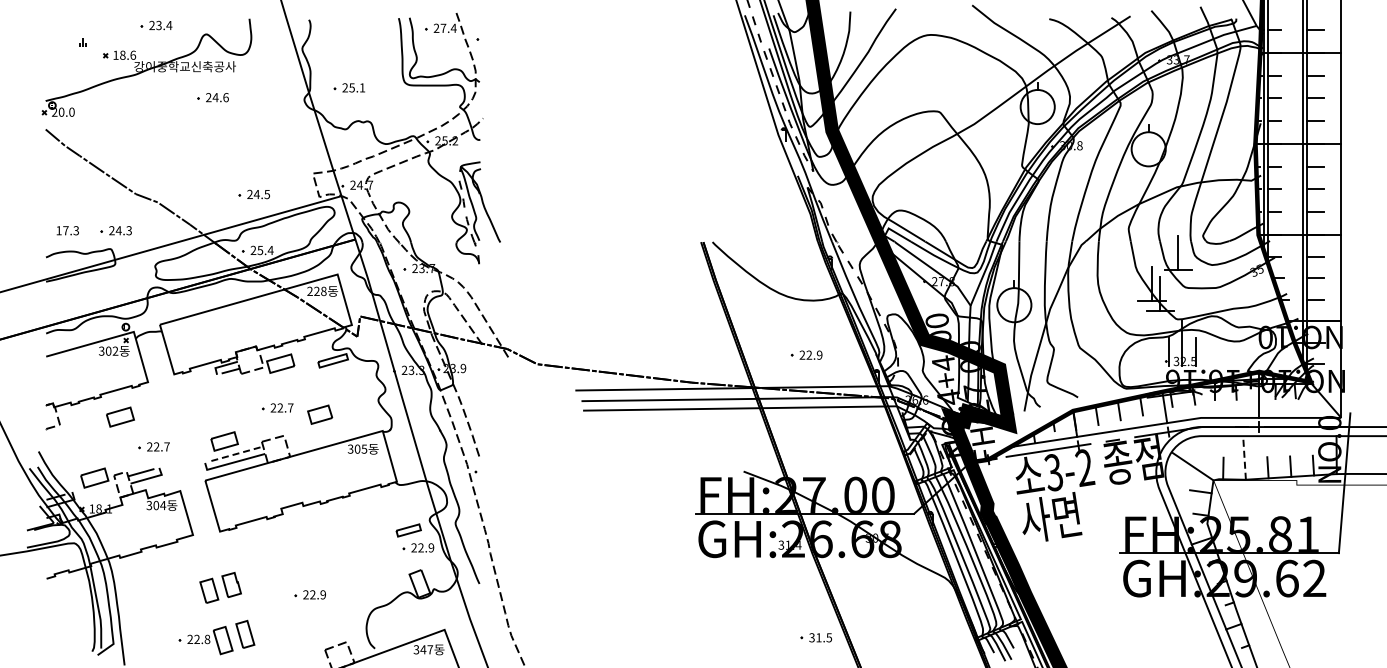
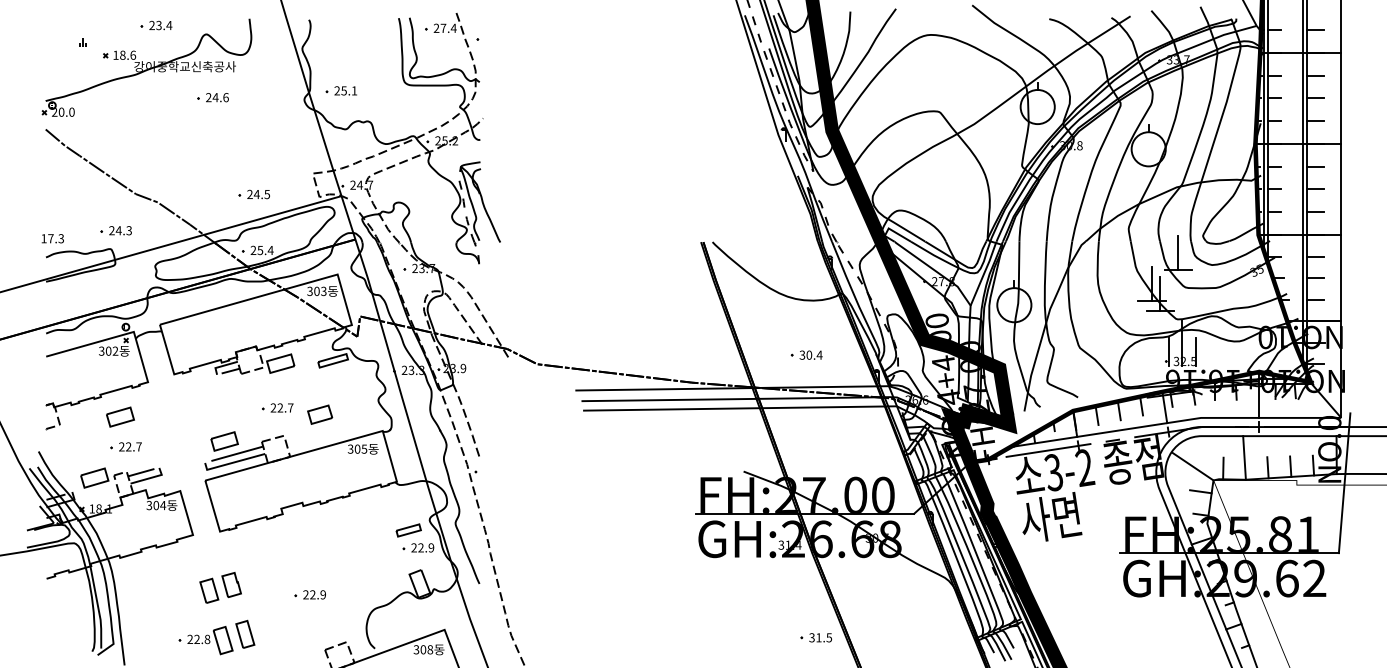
part at (348, 87) position: (348, 87) -> (340, 90)
text at (67, 230) position: (67, 230) -> (52, 238)
text at (316, 291): 228 -> 303
text at (810, 354): 22.9 -> 30.4
part at (153, 446) position: (153, 446) -> (125, 446)
line at (237, 453): dashed -> solid
line at (1244, 457): dashed -> solid
text at (426, 649): 347 -> 308
